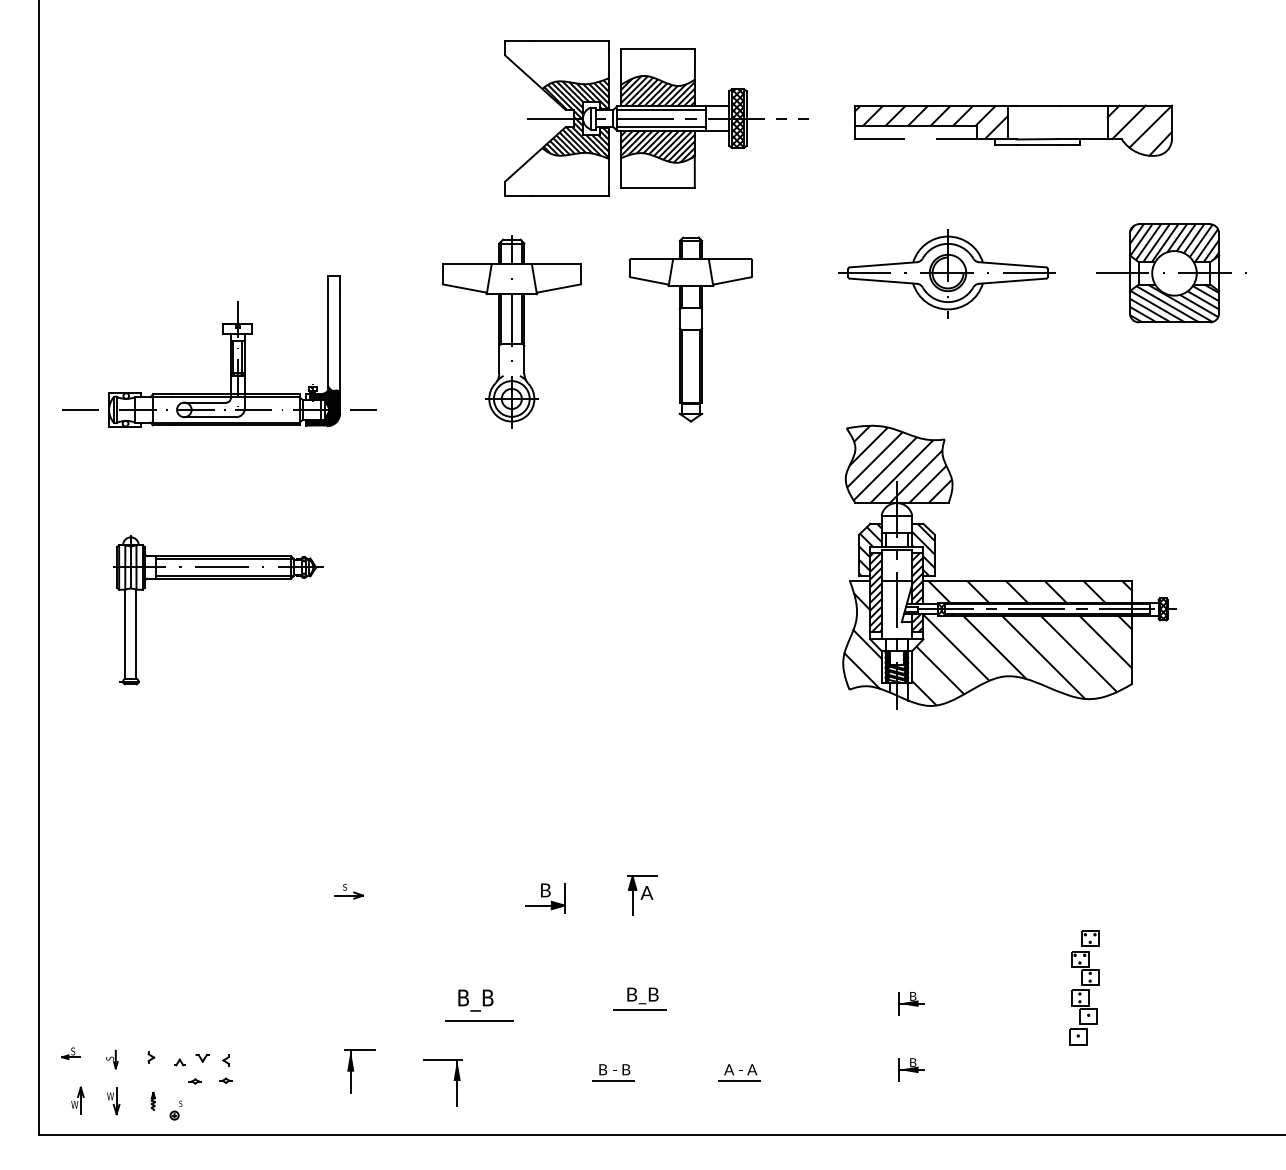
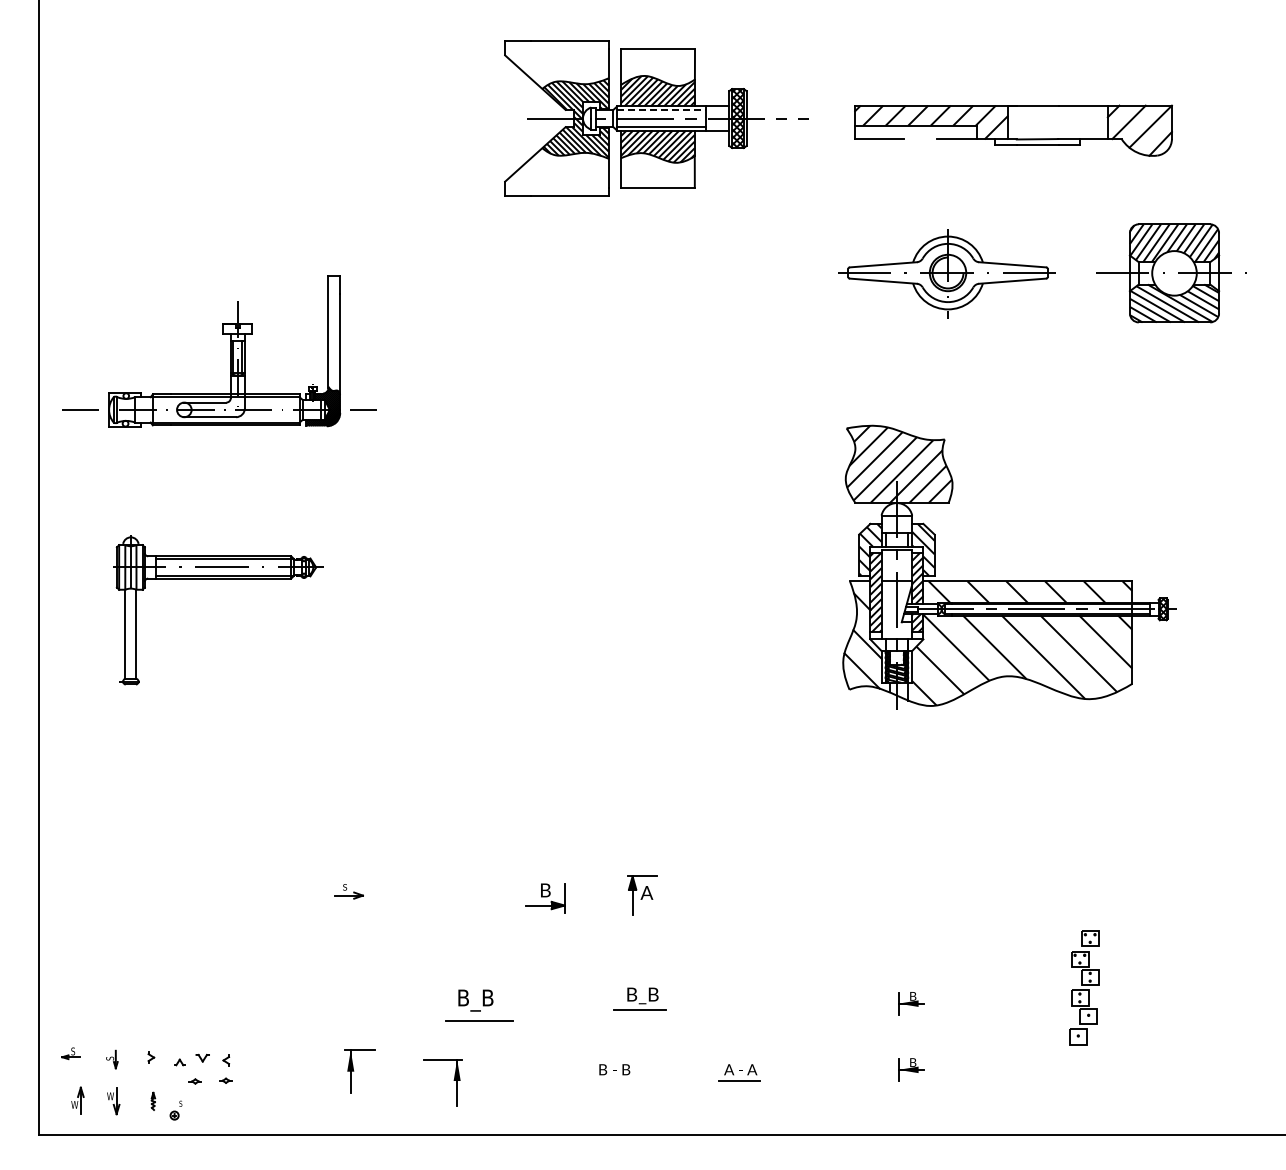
line at (662, 110): solid -> dashed
part at (690, 329): present -> none
part at (511, 331): present -> none
line at (613, 1080): present -> none
